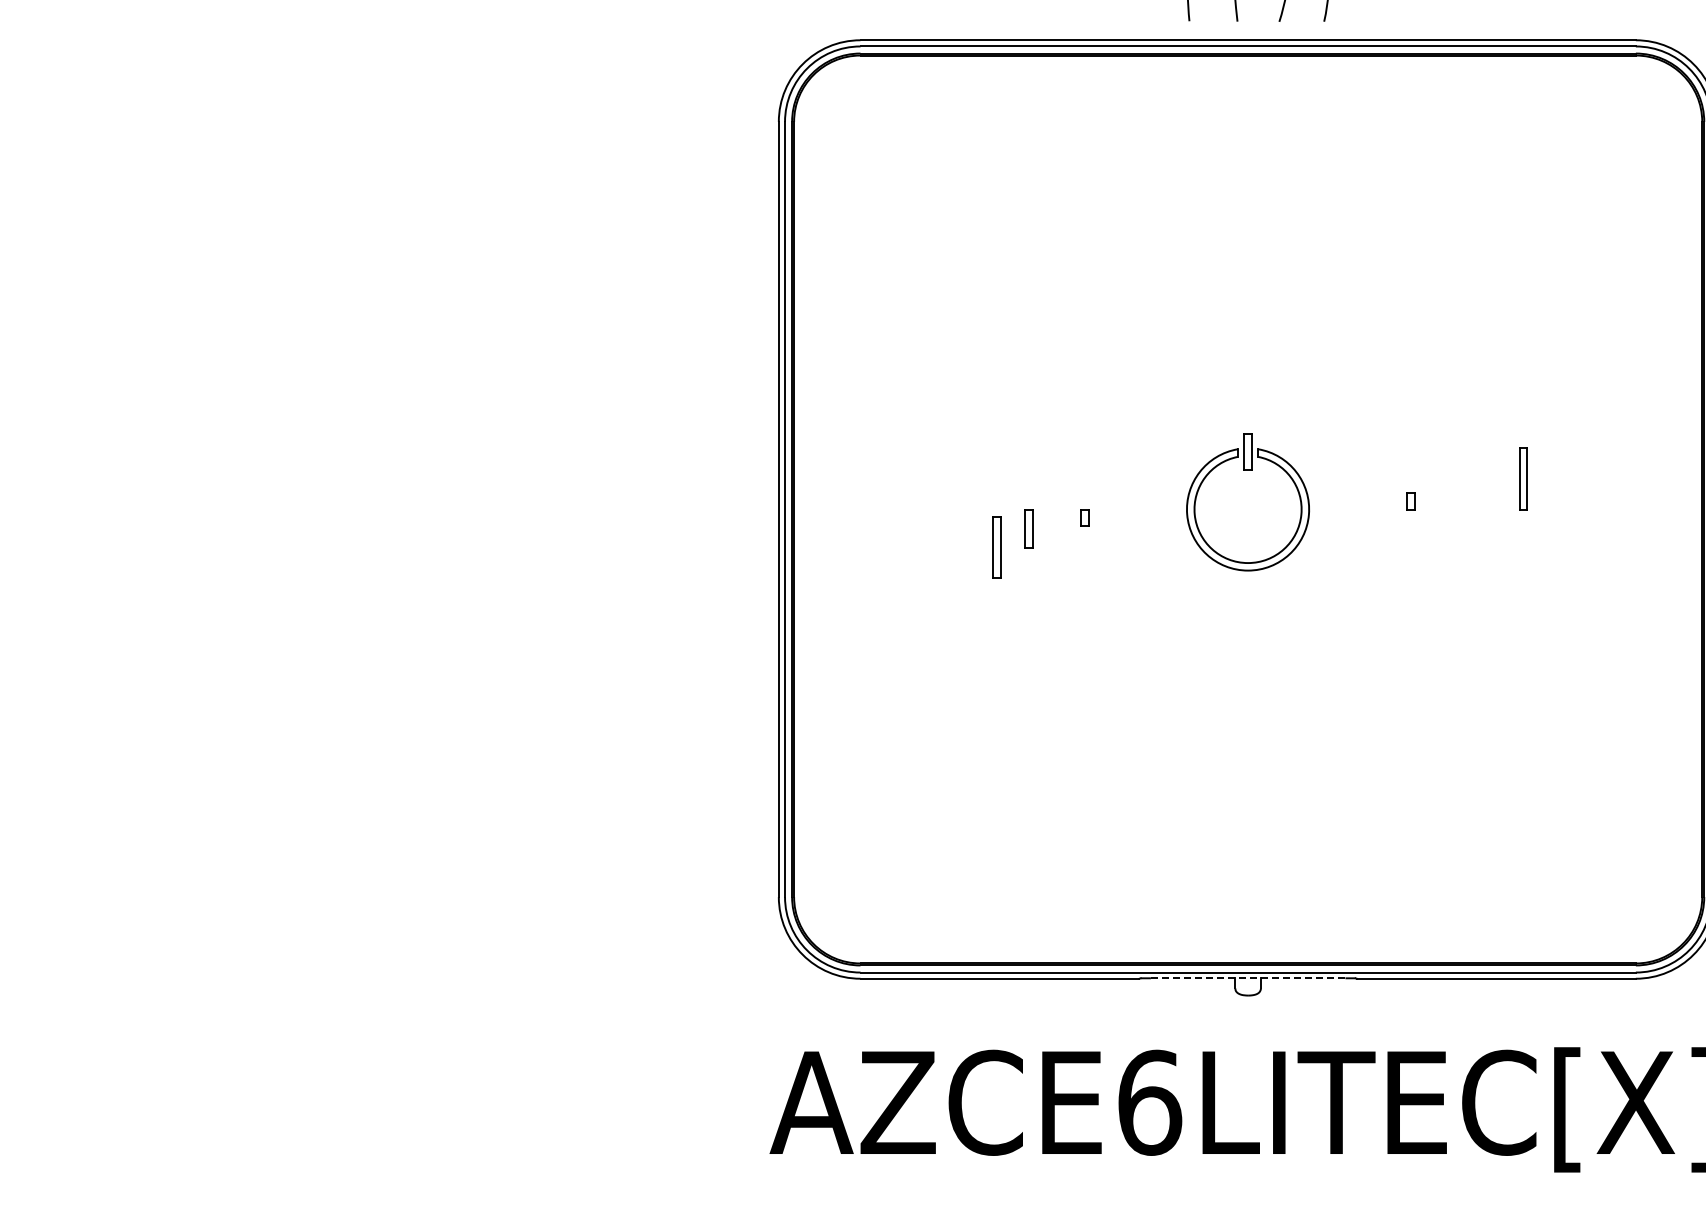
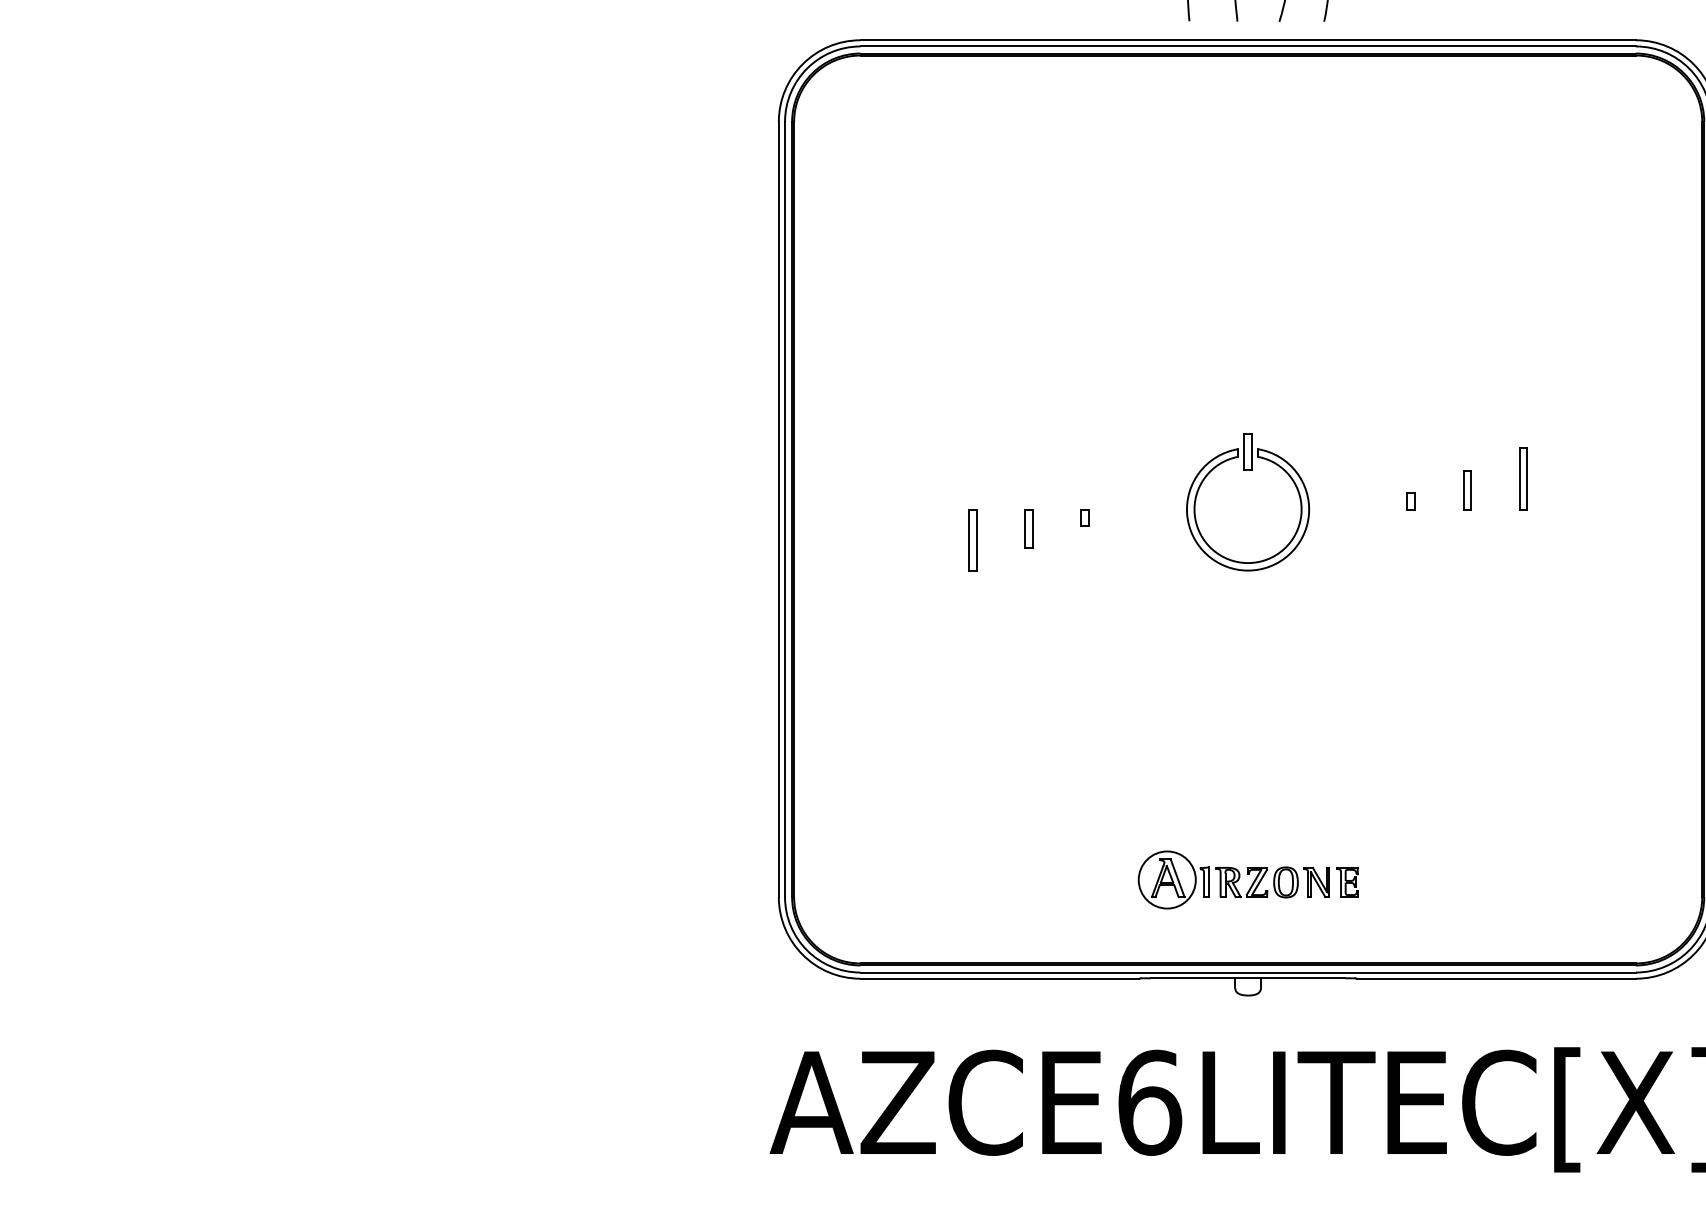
part at (1467, 490): none -> present
part at (996, 547) position: (996, 547) -> (972, 540)
part at (1247, 879): none -> present
line at (1247, 978): dashed -> solid
